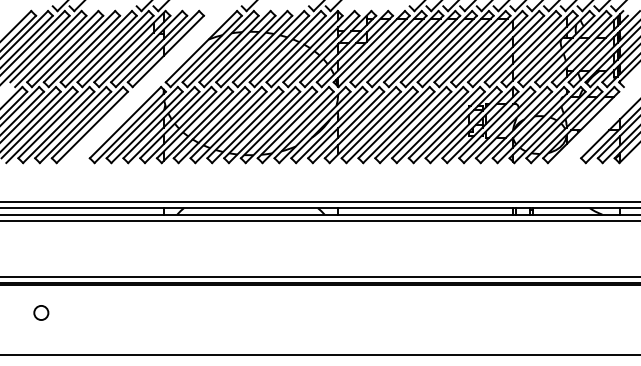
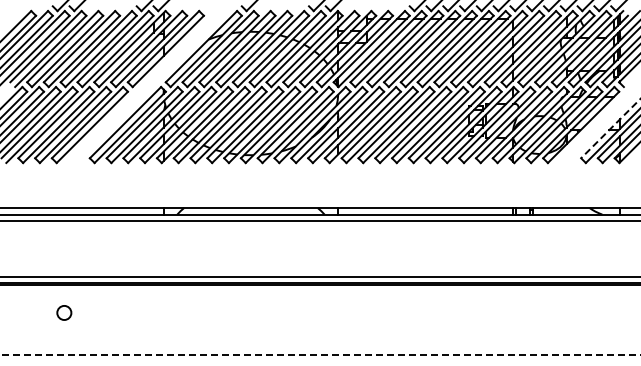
line at (610, 128): solid -> dashed
line at (319, 201): present -> none
circle at (41, 312) position: (41, 312) -> (64, 312)
line at (320, 354): solid -> dashed
